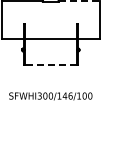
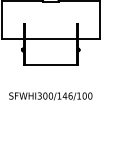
line at (79, 0): dashed -> solid
line at (50, 64): dashed -> solid
